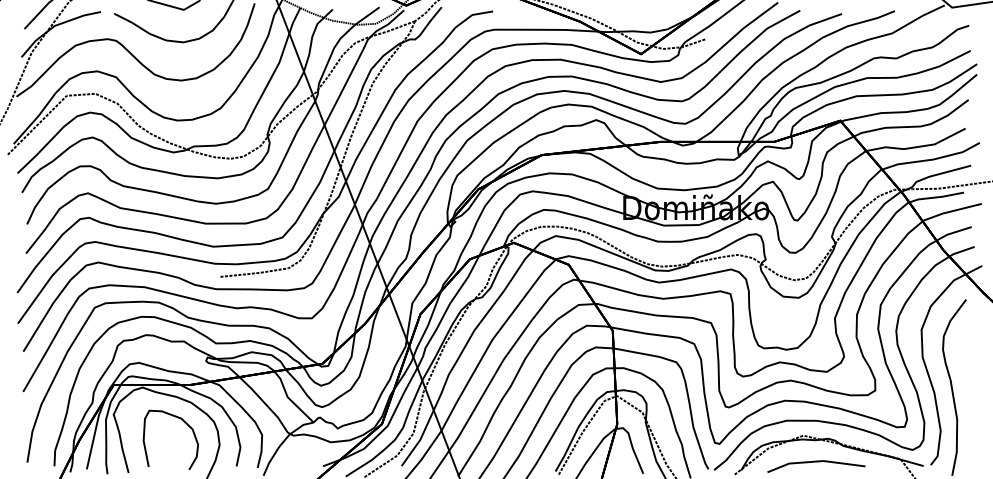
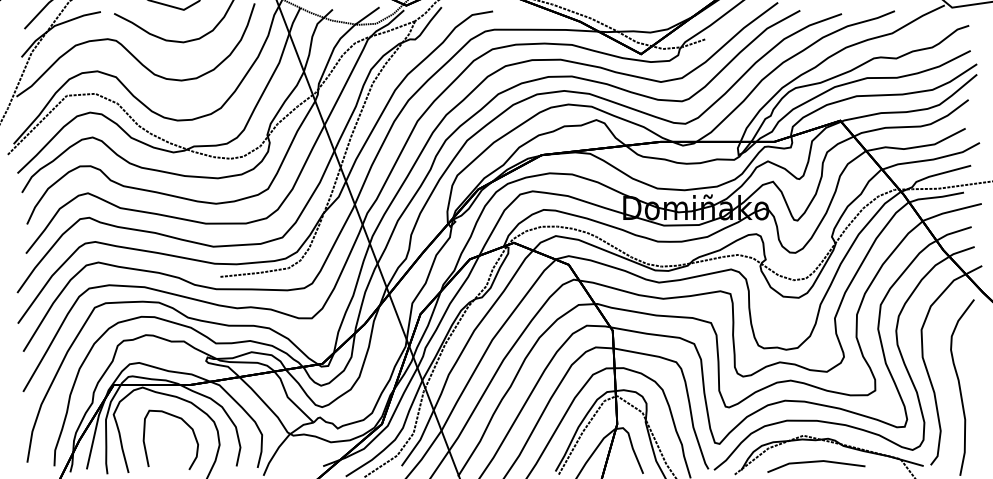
curve at (952, 387) position: (952, 387) -> (960, 387)
